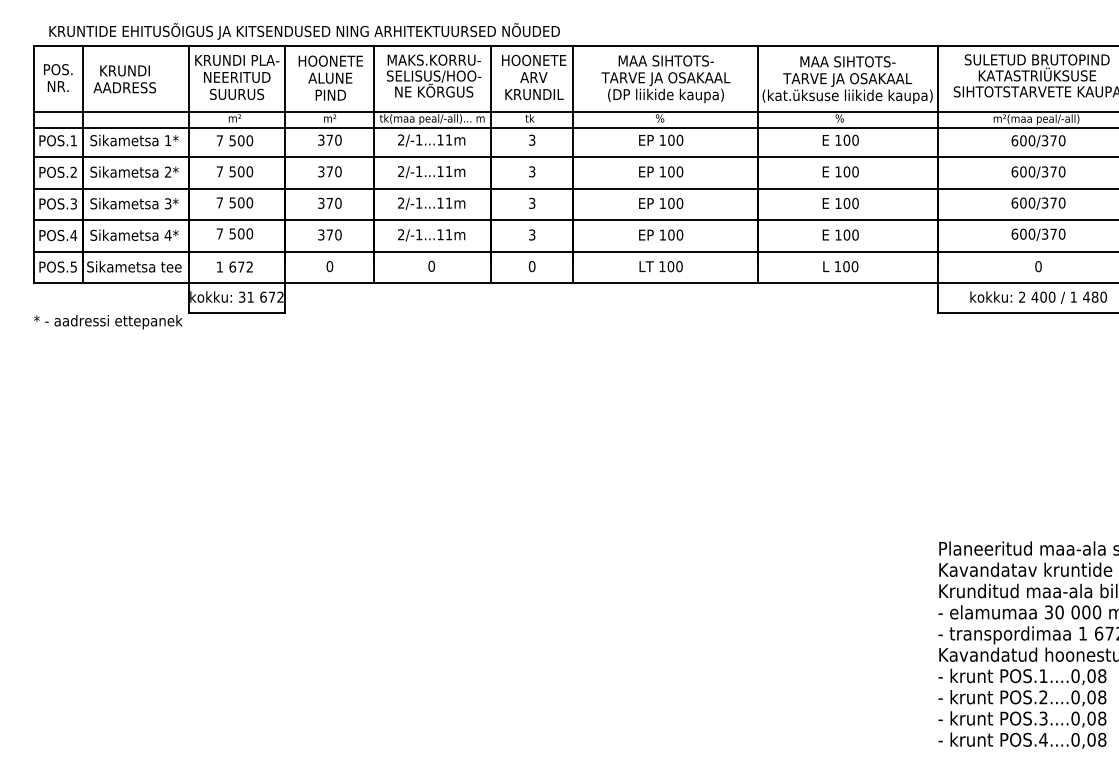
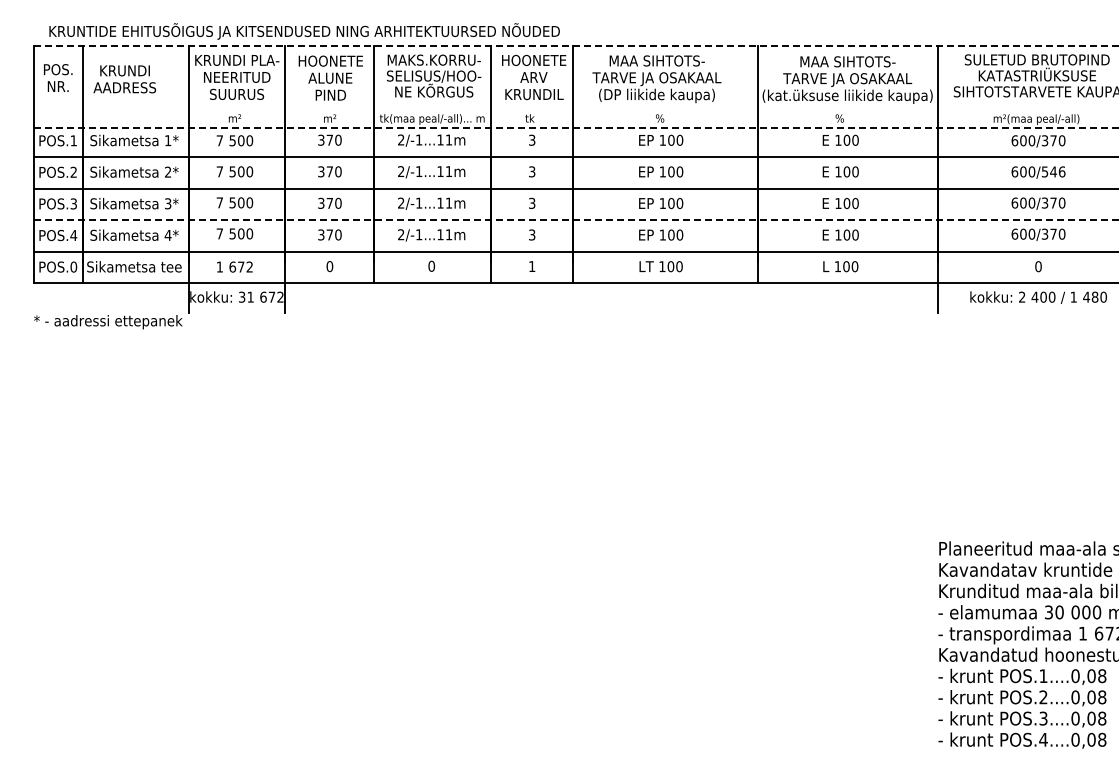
line at (576, 46): solid -> dashed
text at (665, 79) position: (665, 79) -> (656, 79)
line at (574, 111): present -> none
line at (576, 127): solid -> dashed
text at (1053, 171): 600/370 -> 600/546
line at (576, 220): solid -> dashed
text at (73, 266): POS.5 -> POS.0
text at (531, 266): 0 -> 1
line at (236, 312): present -> none
line at (1026, 312): present -> none
